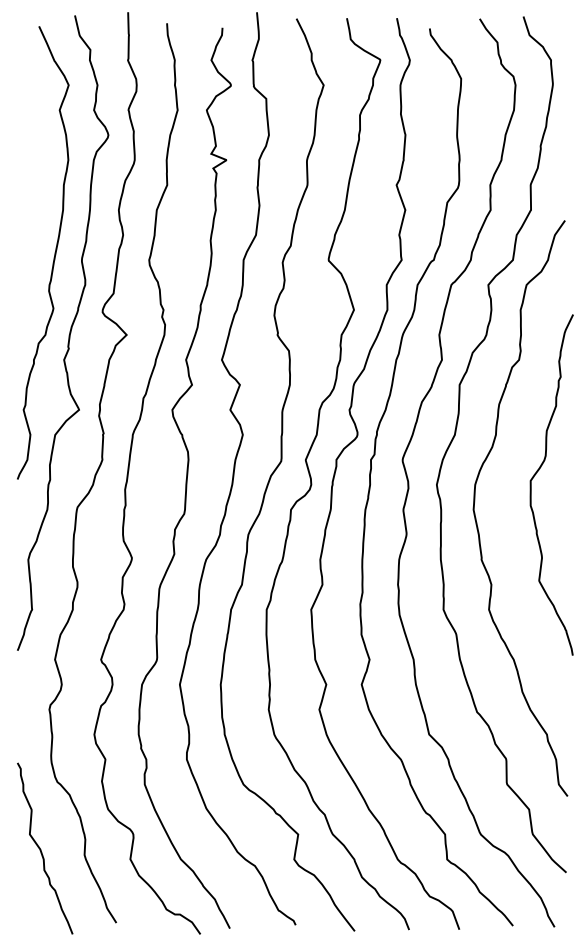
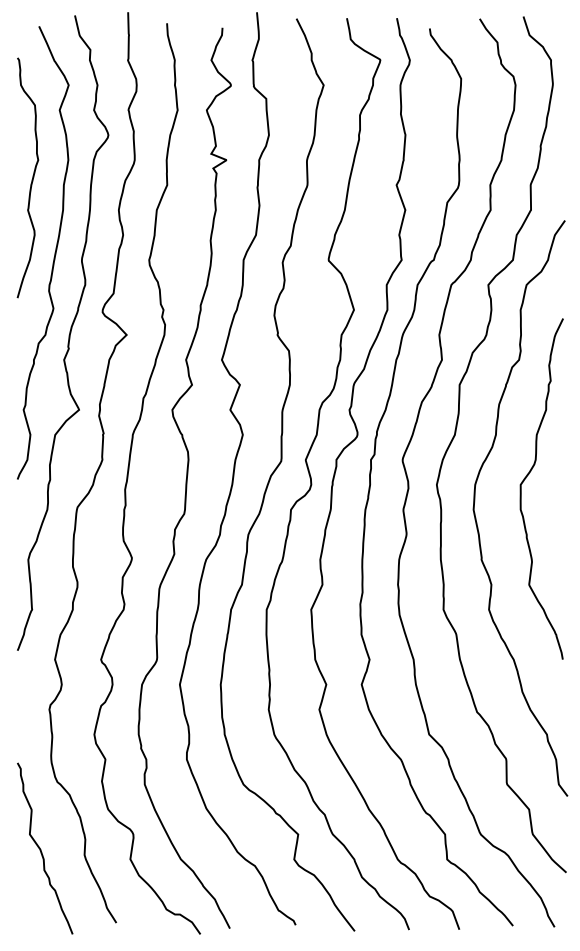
curve at (31, 179): none -> present
curve at (536, 474) position: (536, 474) -> (526, 478)
